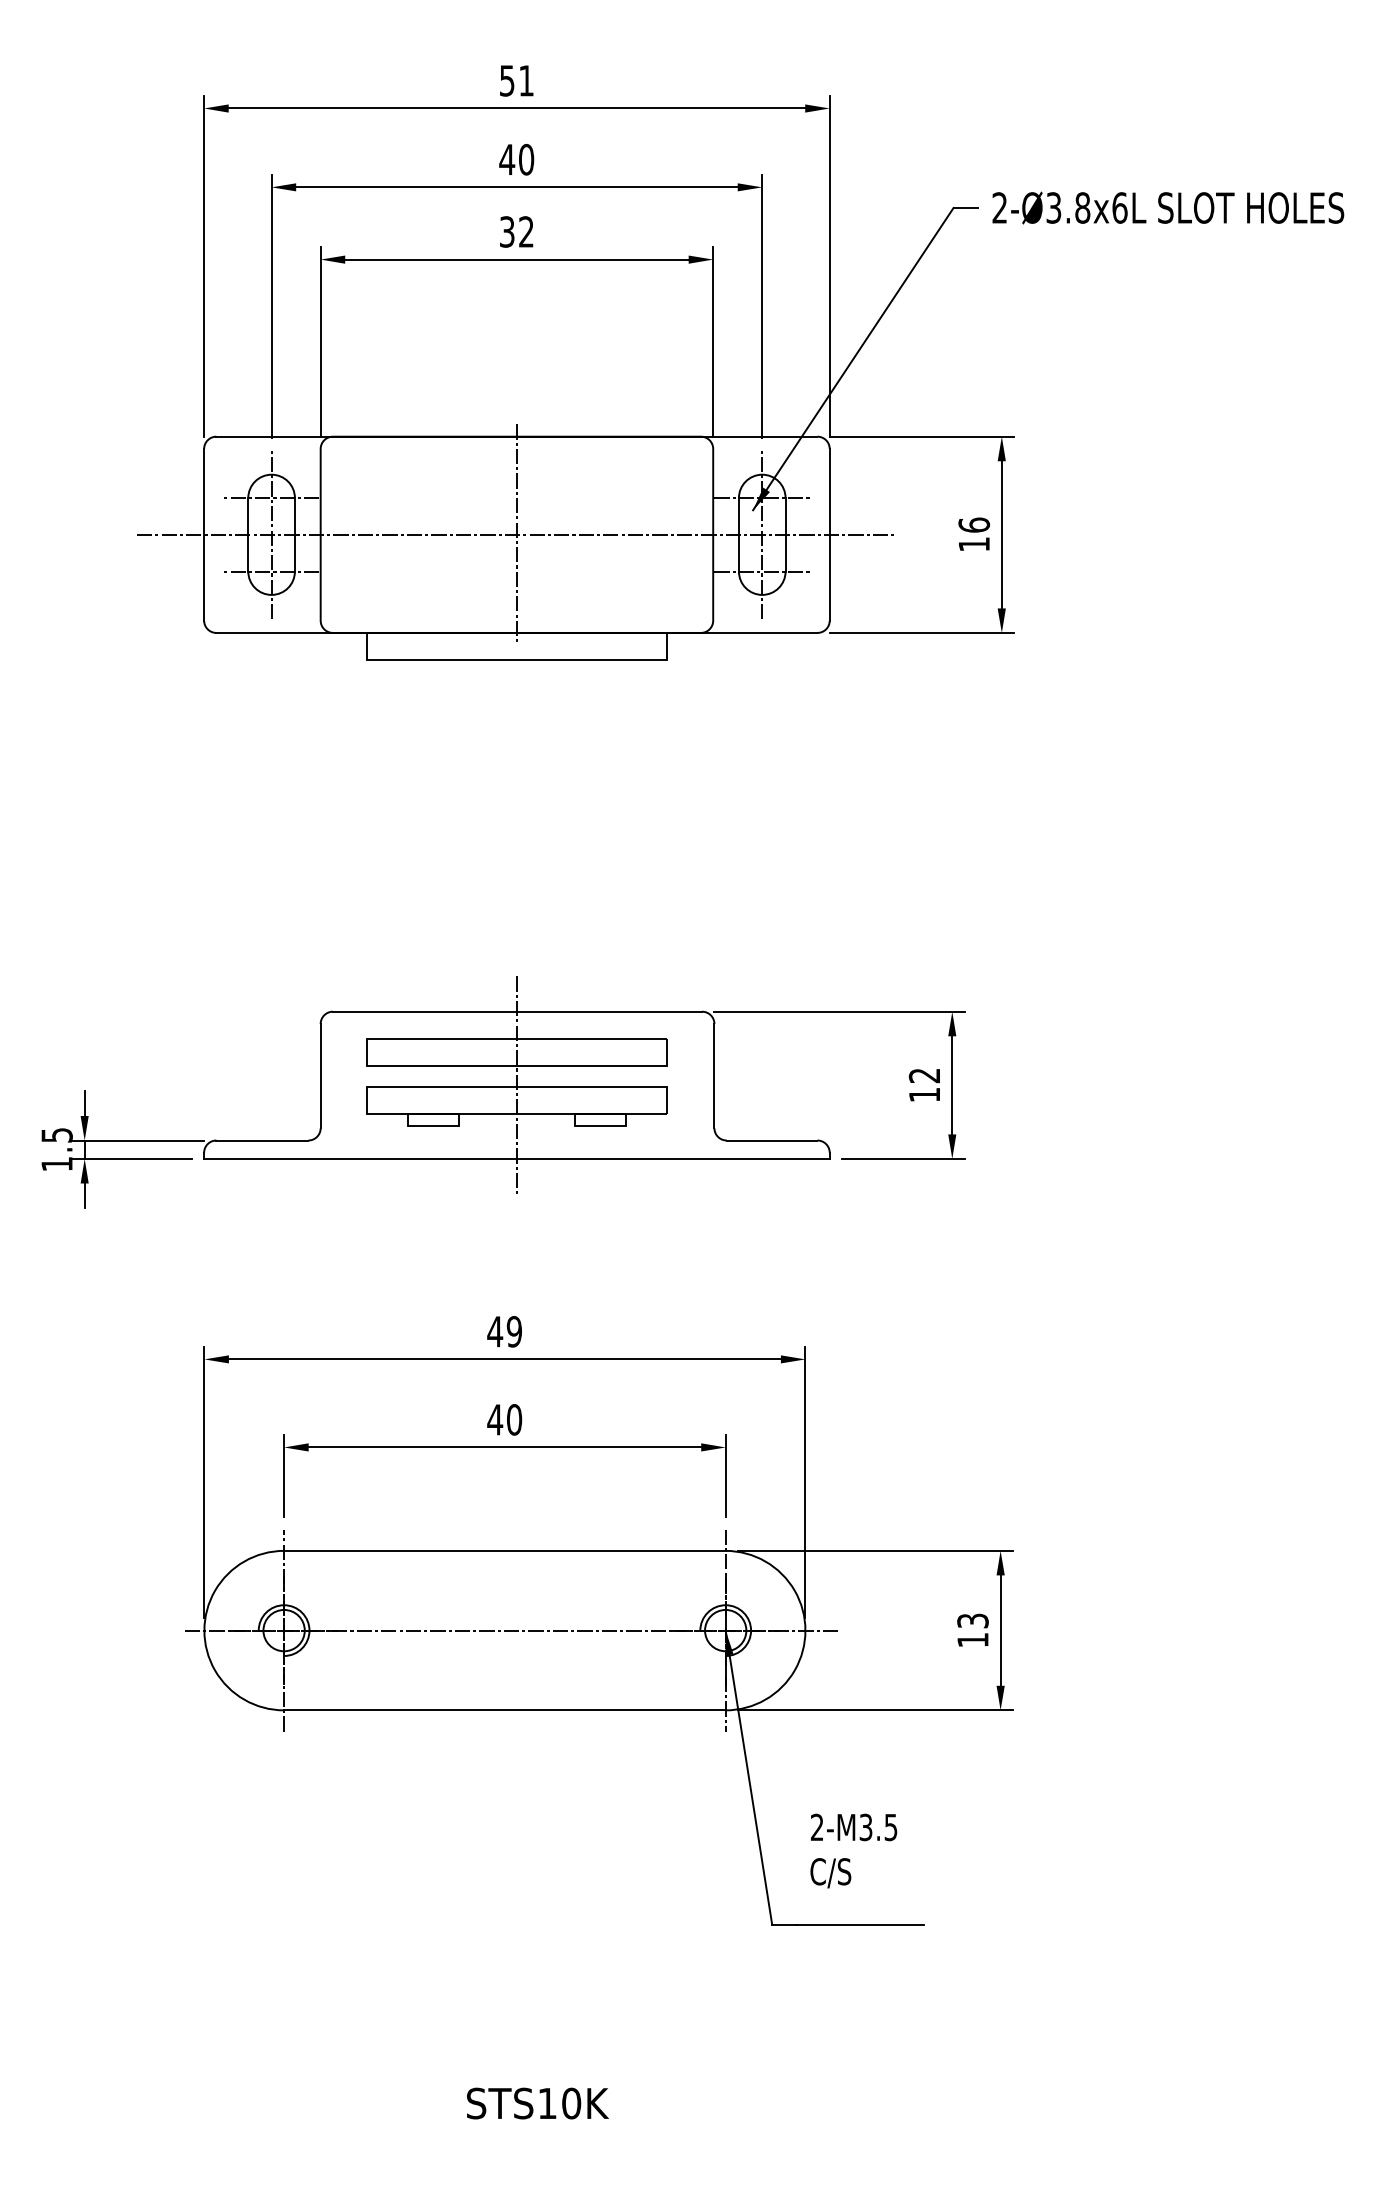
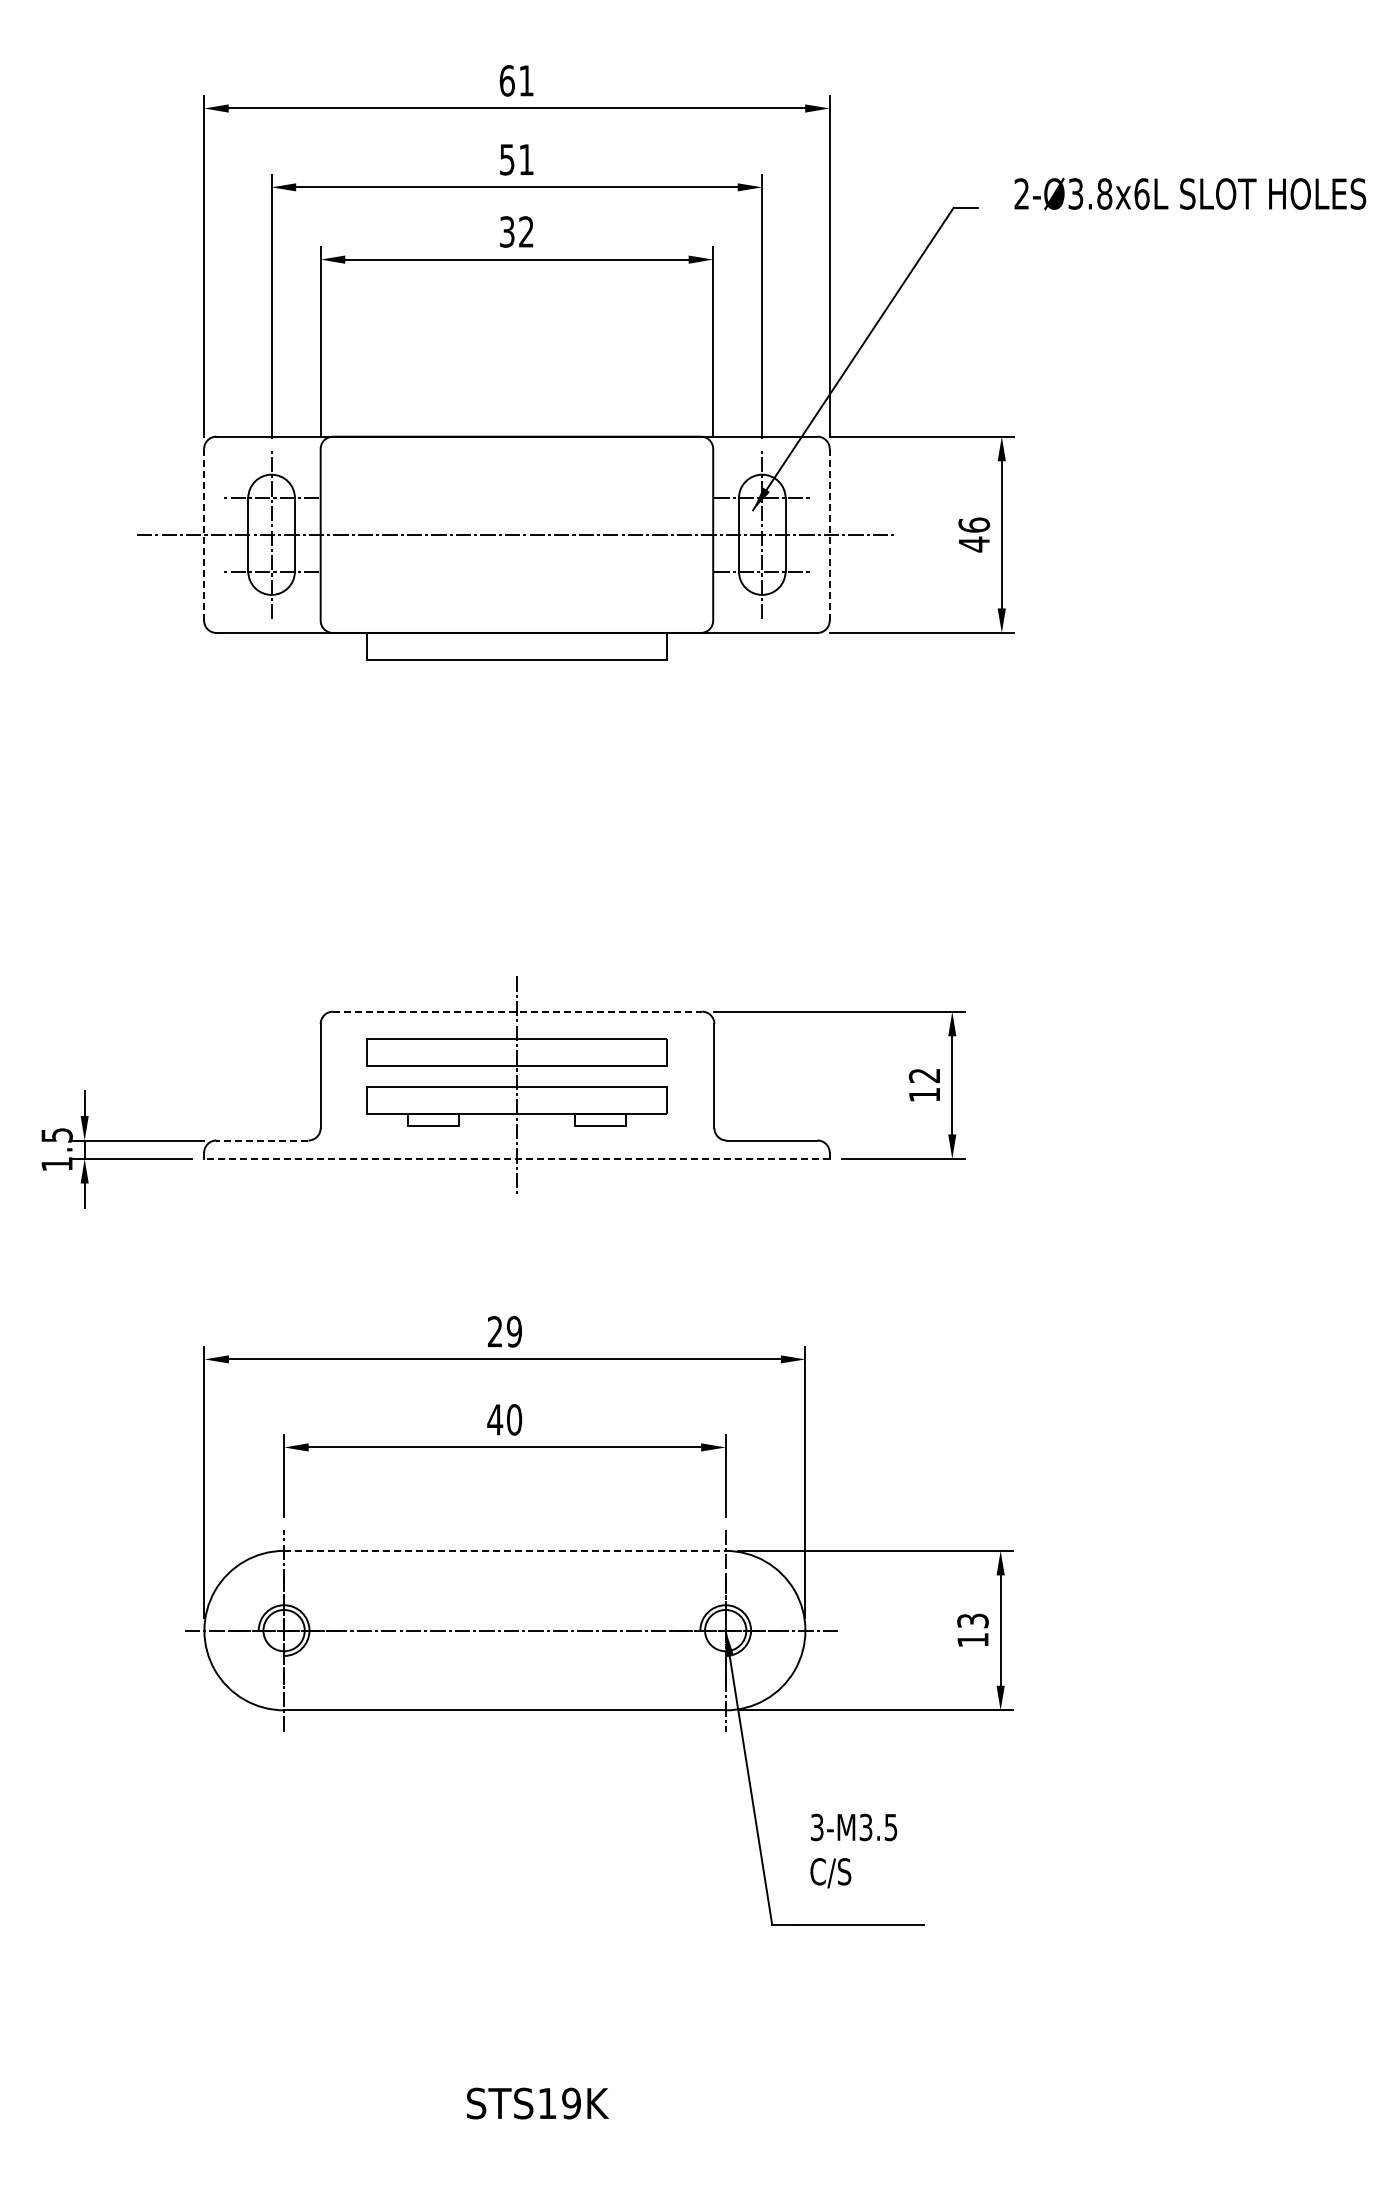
text at (506, 80): 51 -> 61
text at (516, 159): 40 -> 51
text at (1168, 207) position: (1168, 207) -> (1190, 193)
line at (204, 534): solid -> dashed
line at (516, 534): present -> none
line at (829, 534): solid -> dashed
text at (974, 544): 16 -> 46
line at (517, 1011): solid -> dashed
line at (262, 1140): solid -> dashed
line at (516, 1158): solid -> dashed
text at (495, 1331): 49 -> 29
line at (504, 1550): solid -> dashed
text at (817, 1827): 2-M3.5 -> 3-M3.5
text at (571, 2103): STS10K -> STS19K
